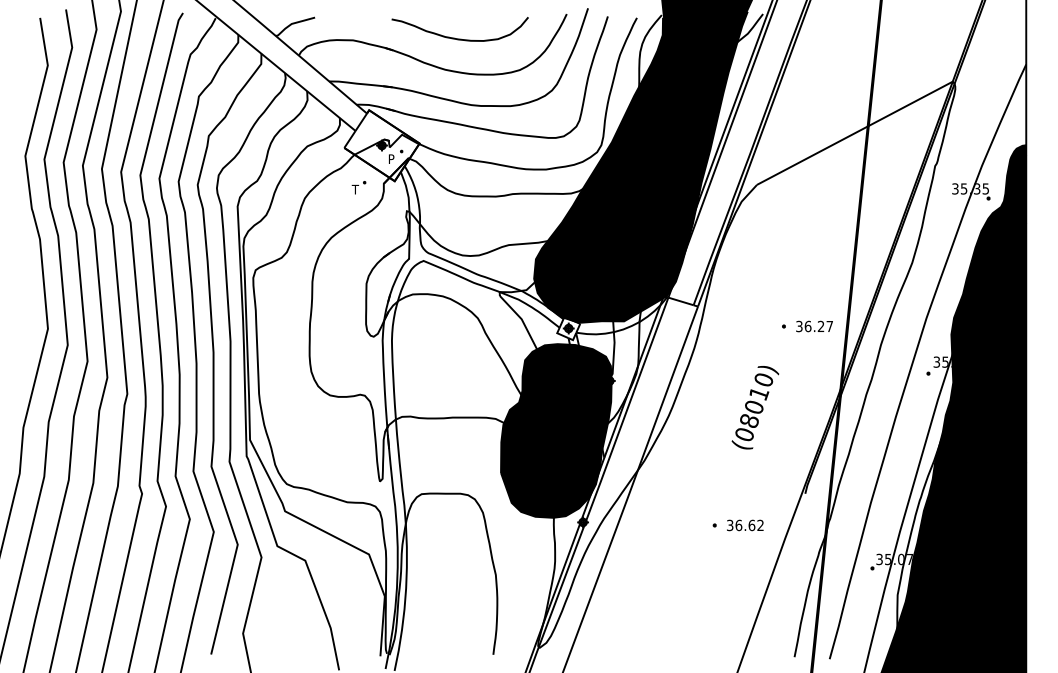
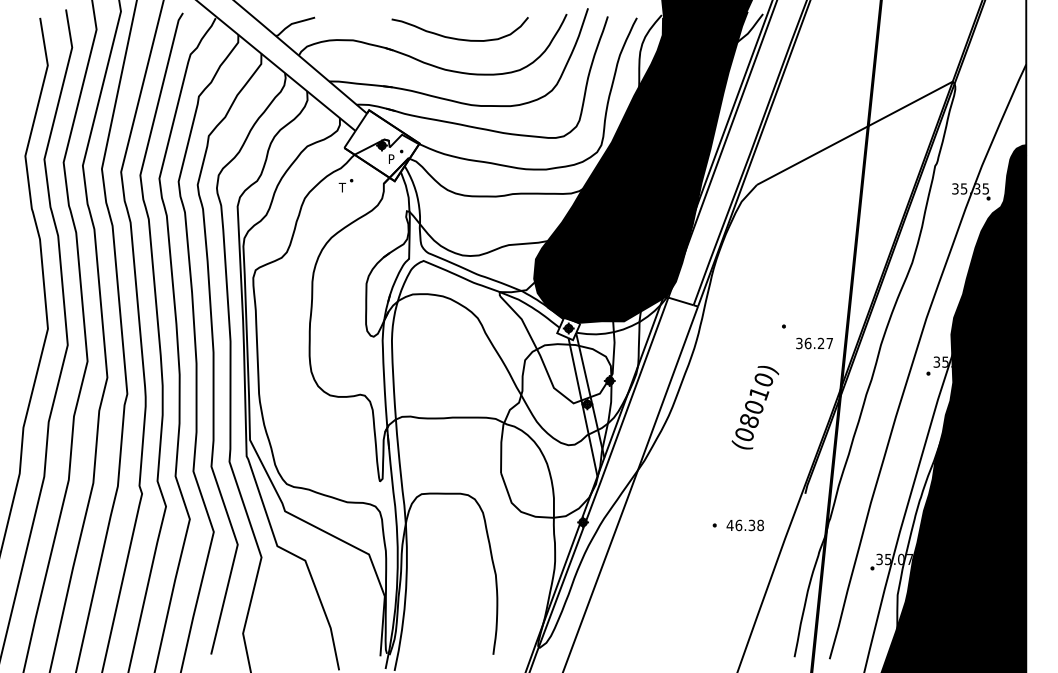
part at (358, 187) position: (358, 187) -> (345, 185)
text at (814, 326) position: (814, 326) -> (814, 343)
fill at (556, 430): present -> none
text at (744, 525): 36.62 -> 46.38
